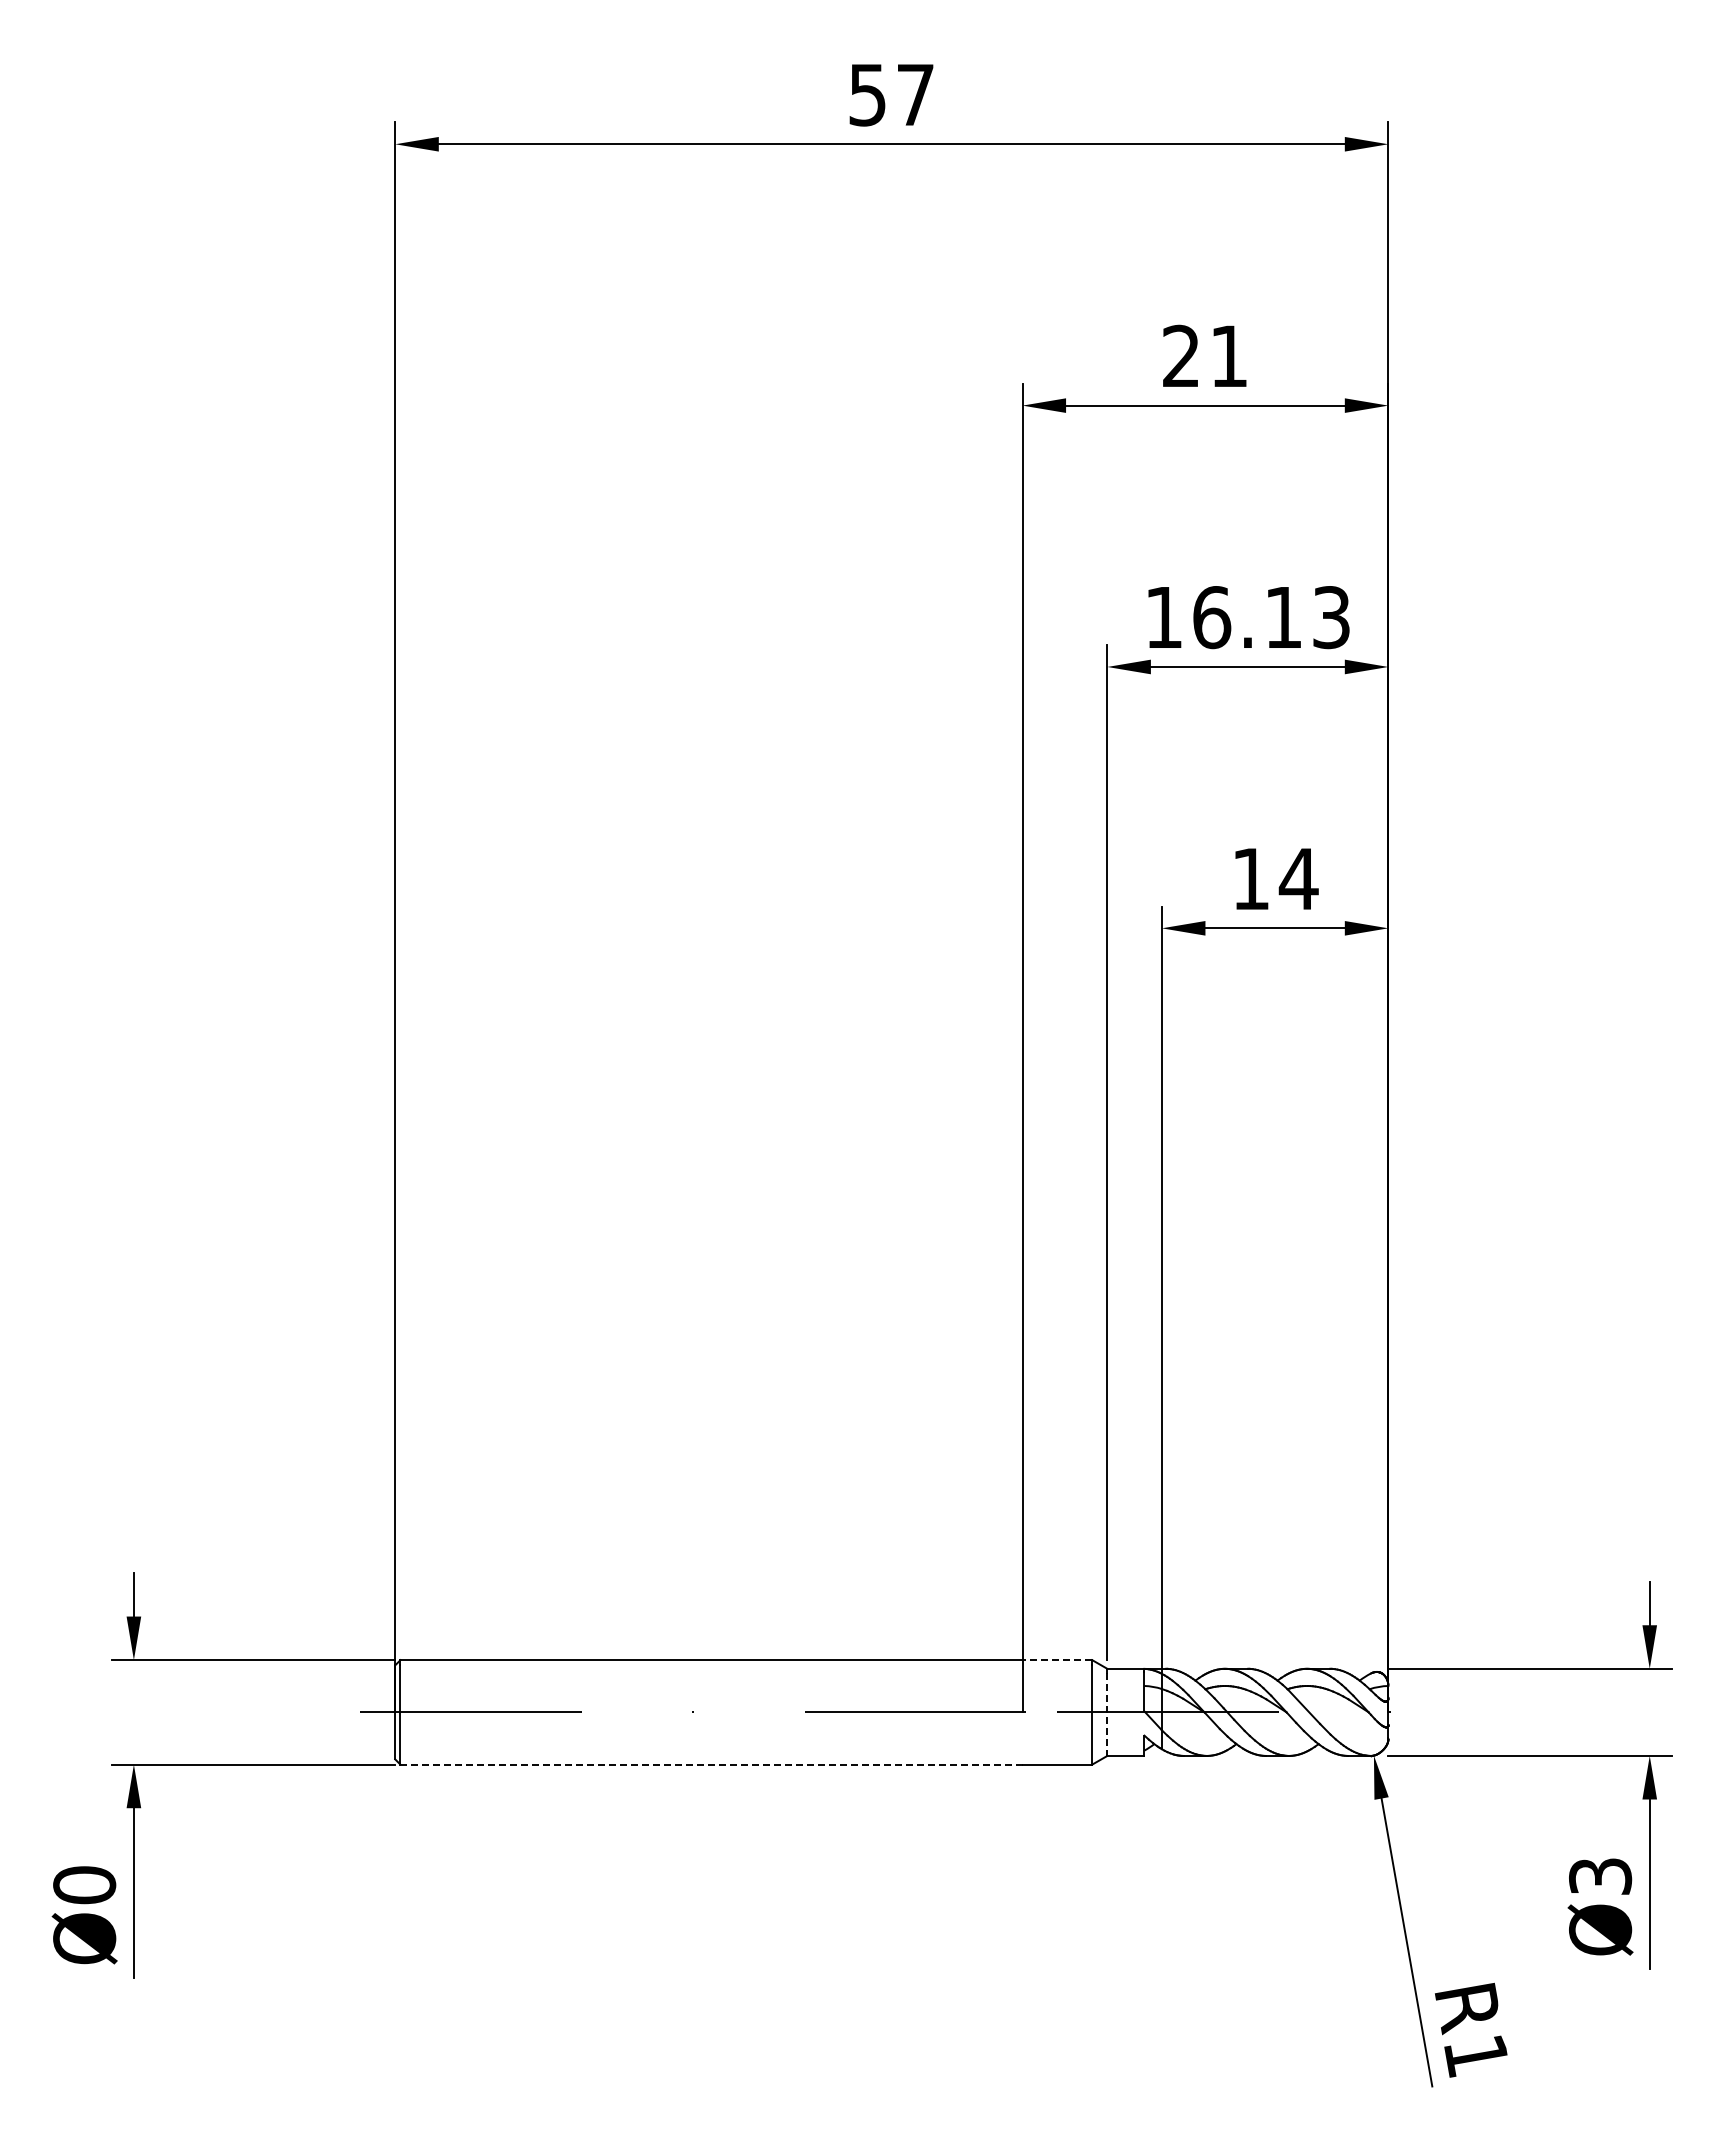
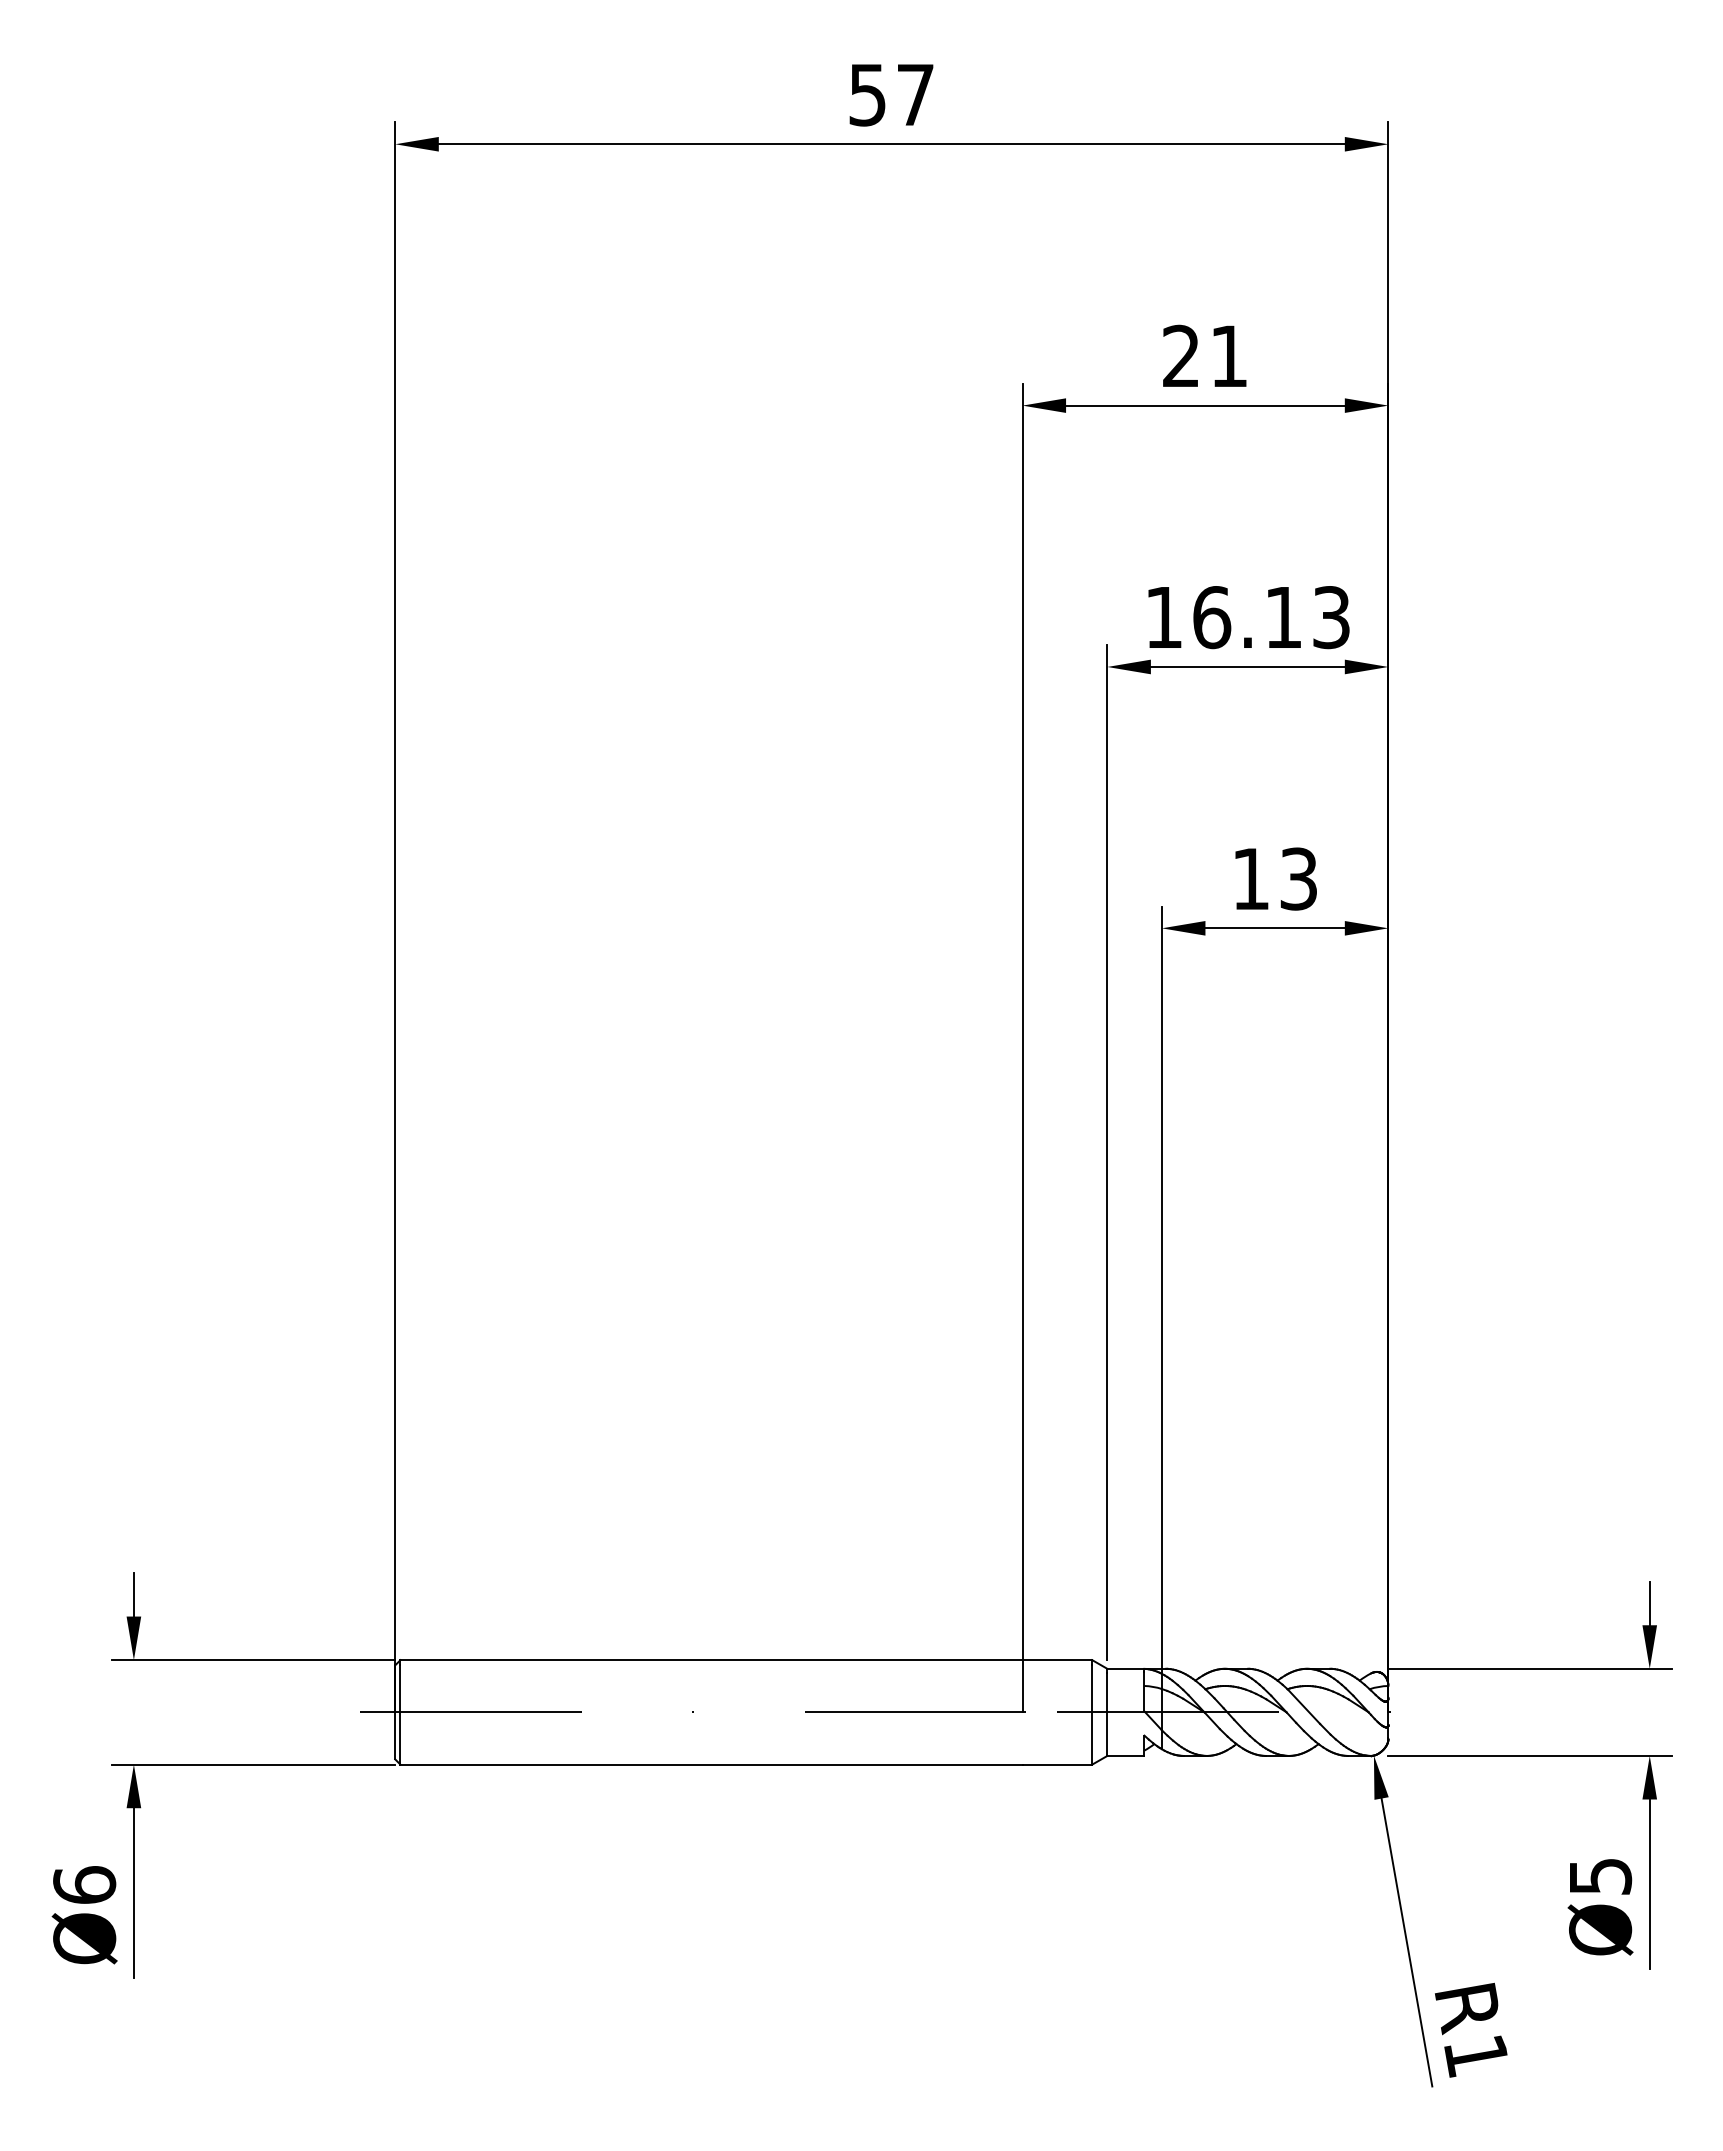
text at (1298, 878): 14 -> 13
line at (1057, 1660): dashed -> solid
line at (1107, 1714): dashed -> solid
line at (712, 1764): dashed -> solid
text at (1600, 1876): Ø3 -> Ø5
text at (84, 1885): Ø0 -> Ø6
